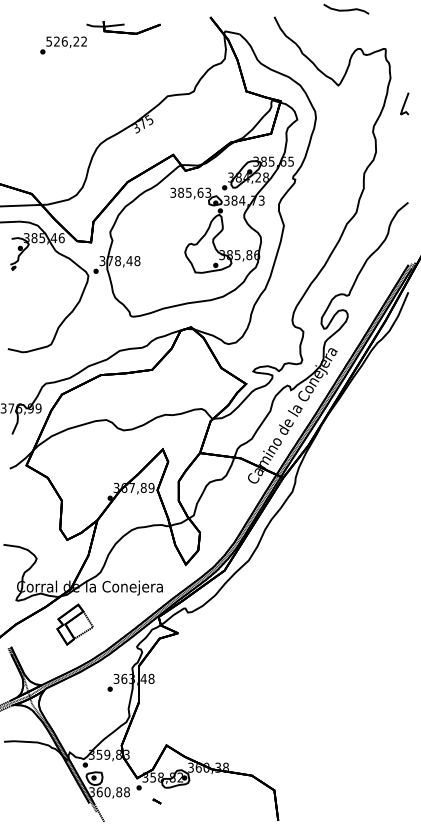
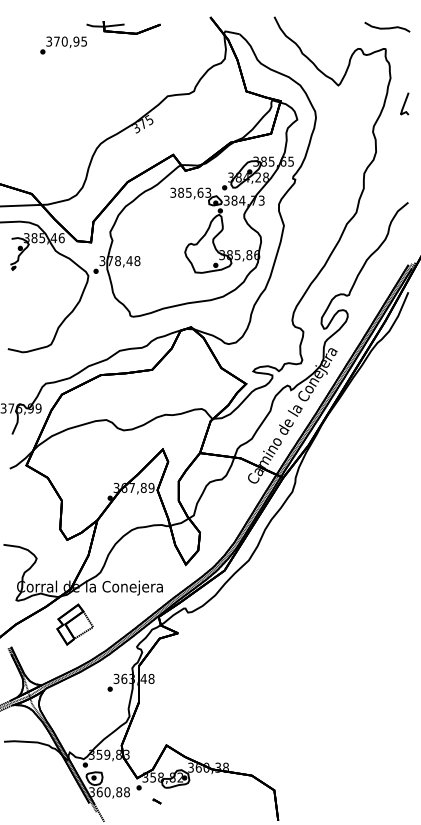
curve at (346, 9) position: (346, 9) -> (387, 27)
text at (66, 41): 526,22 -> 370,95
